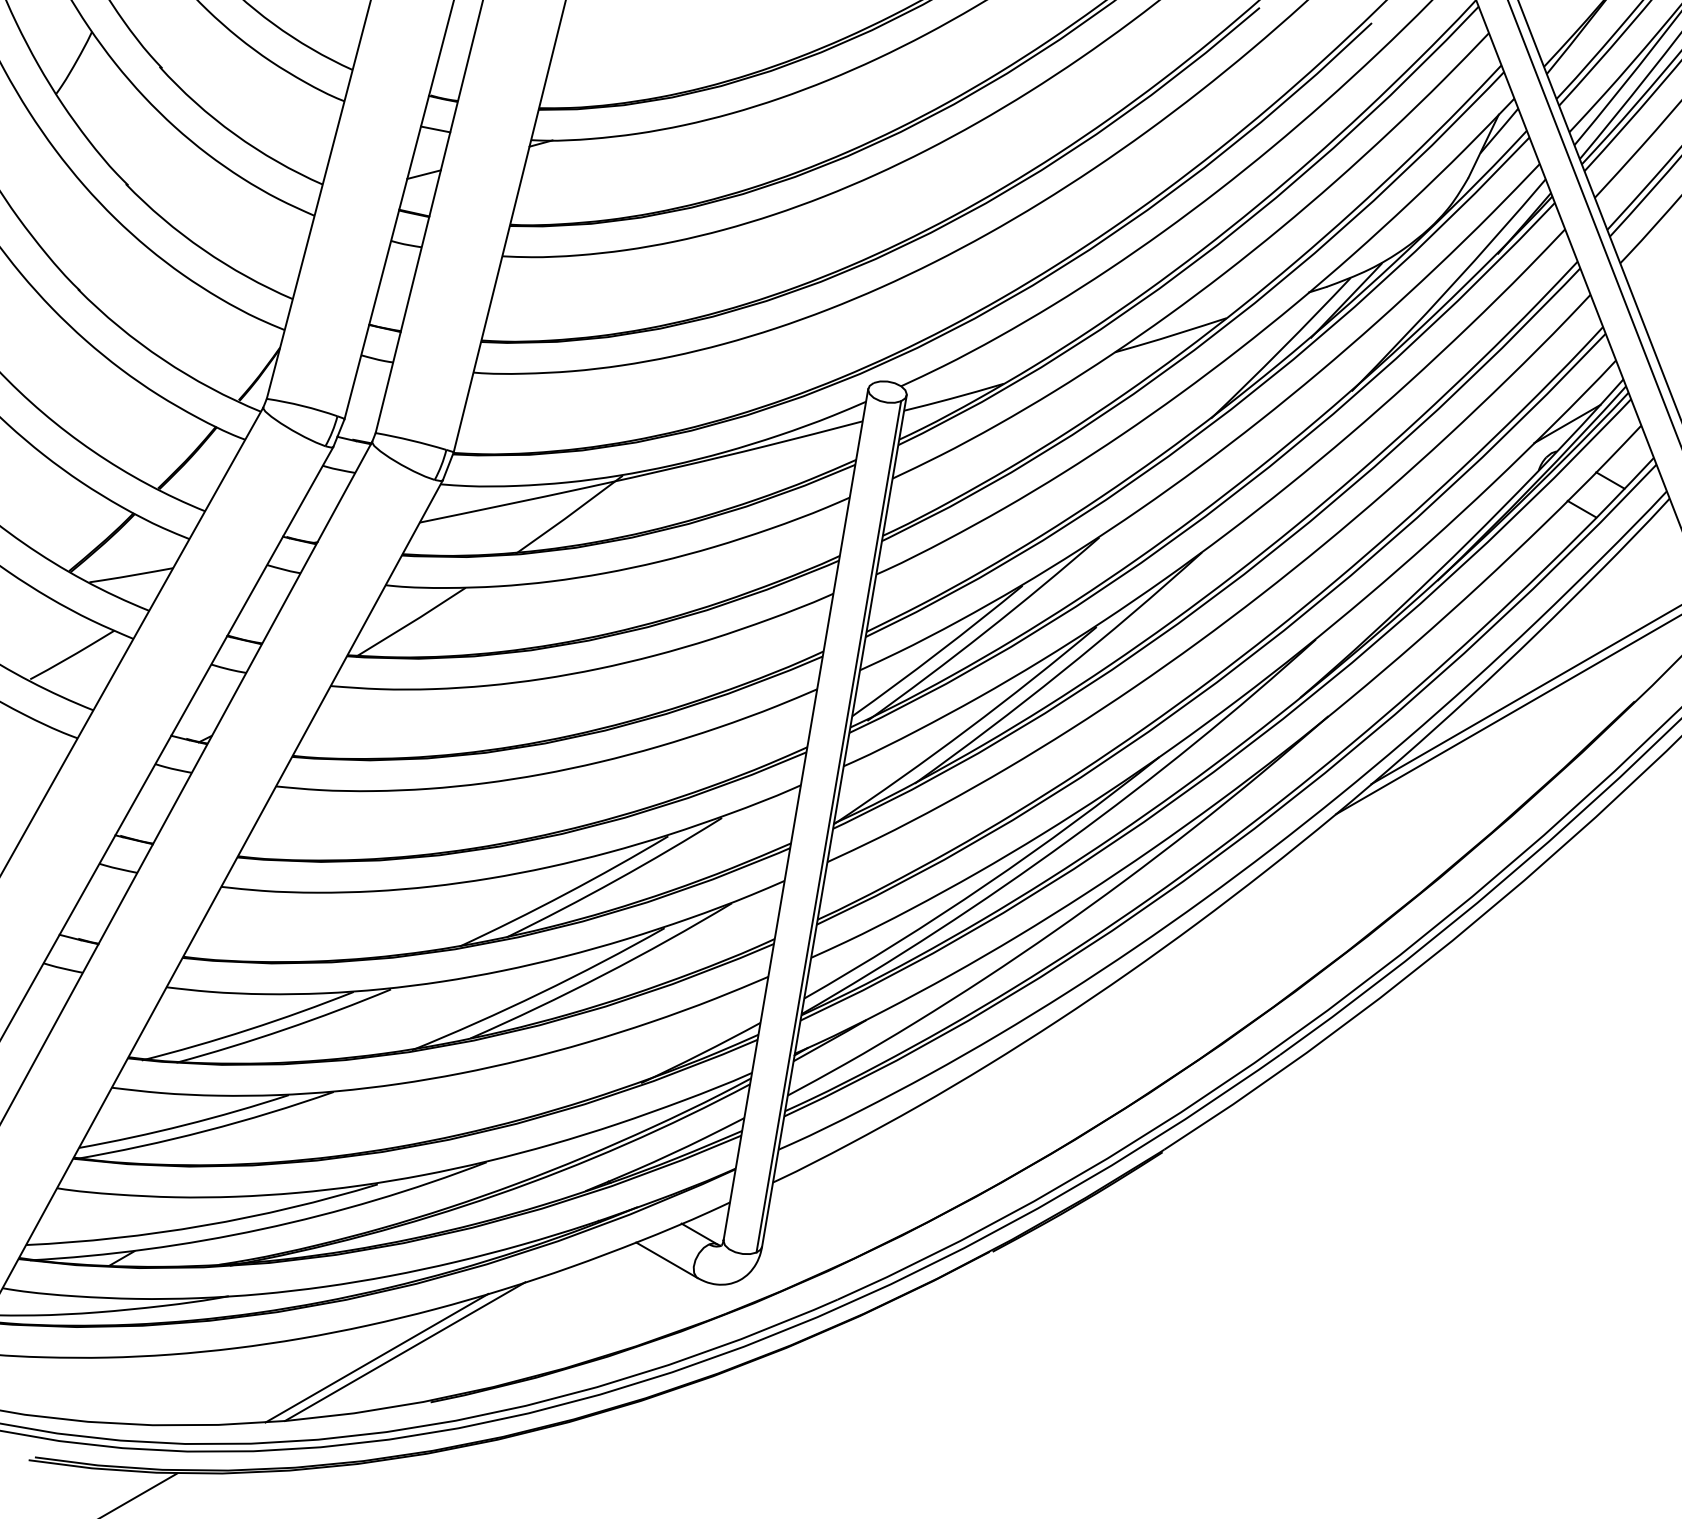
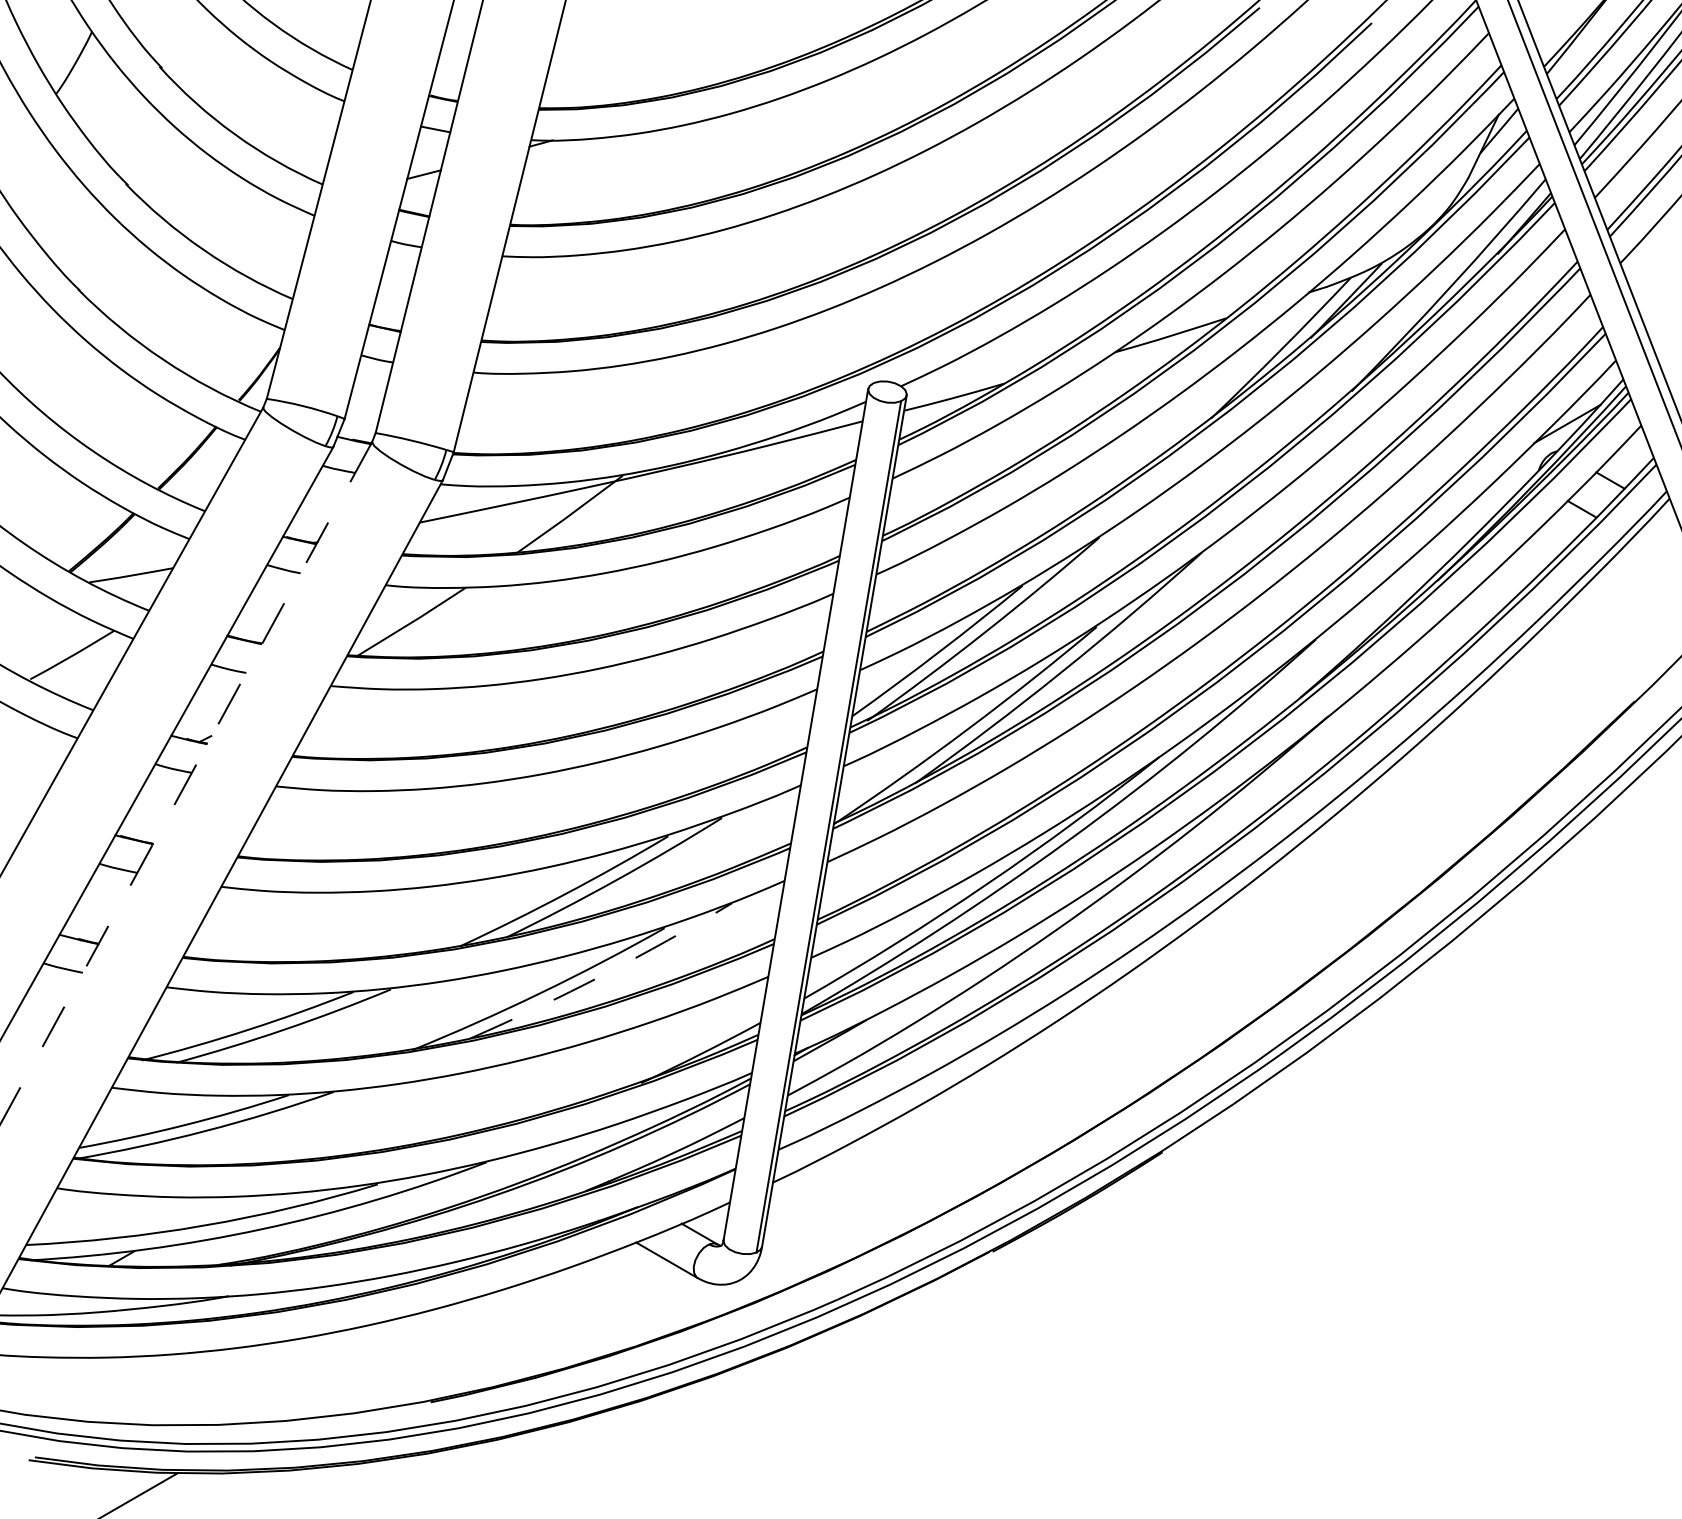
line at (1524, 695): present -> none
line at (1507, 715): present -> none
line at (186, 783): solid -> dashed
arc at (603, 975): solid -> dashed
line at (405, 1351): present -> none
line at (376, 1357): present -> none
